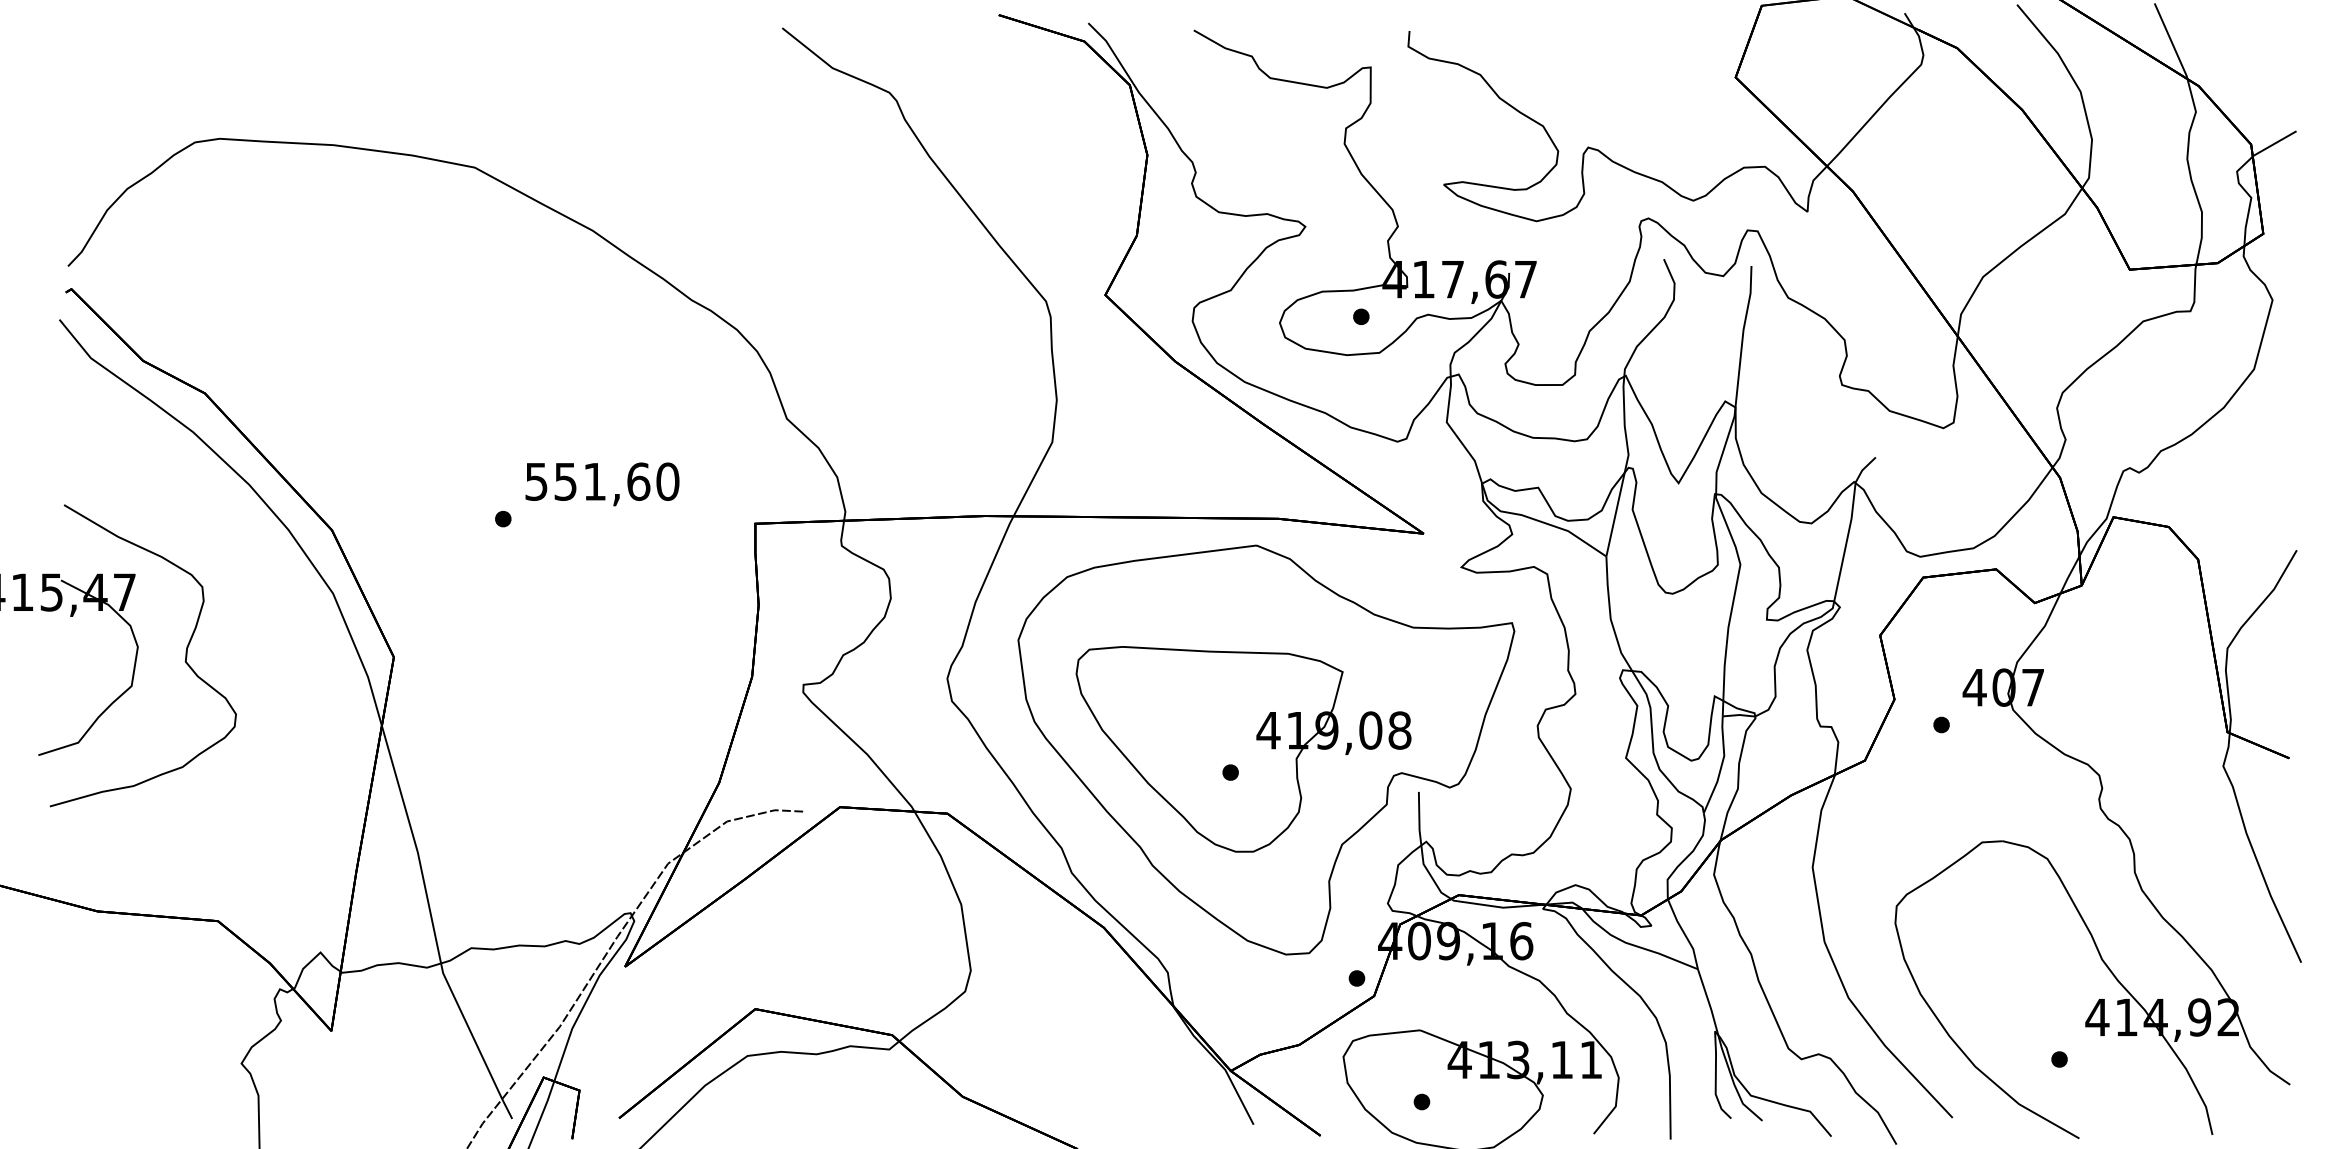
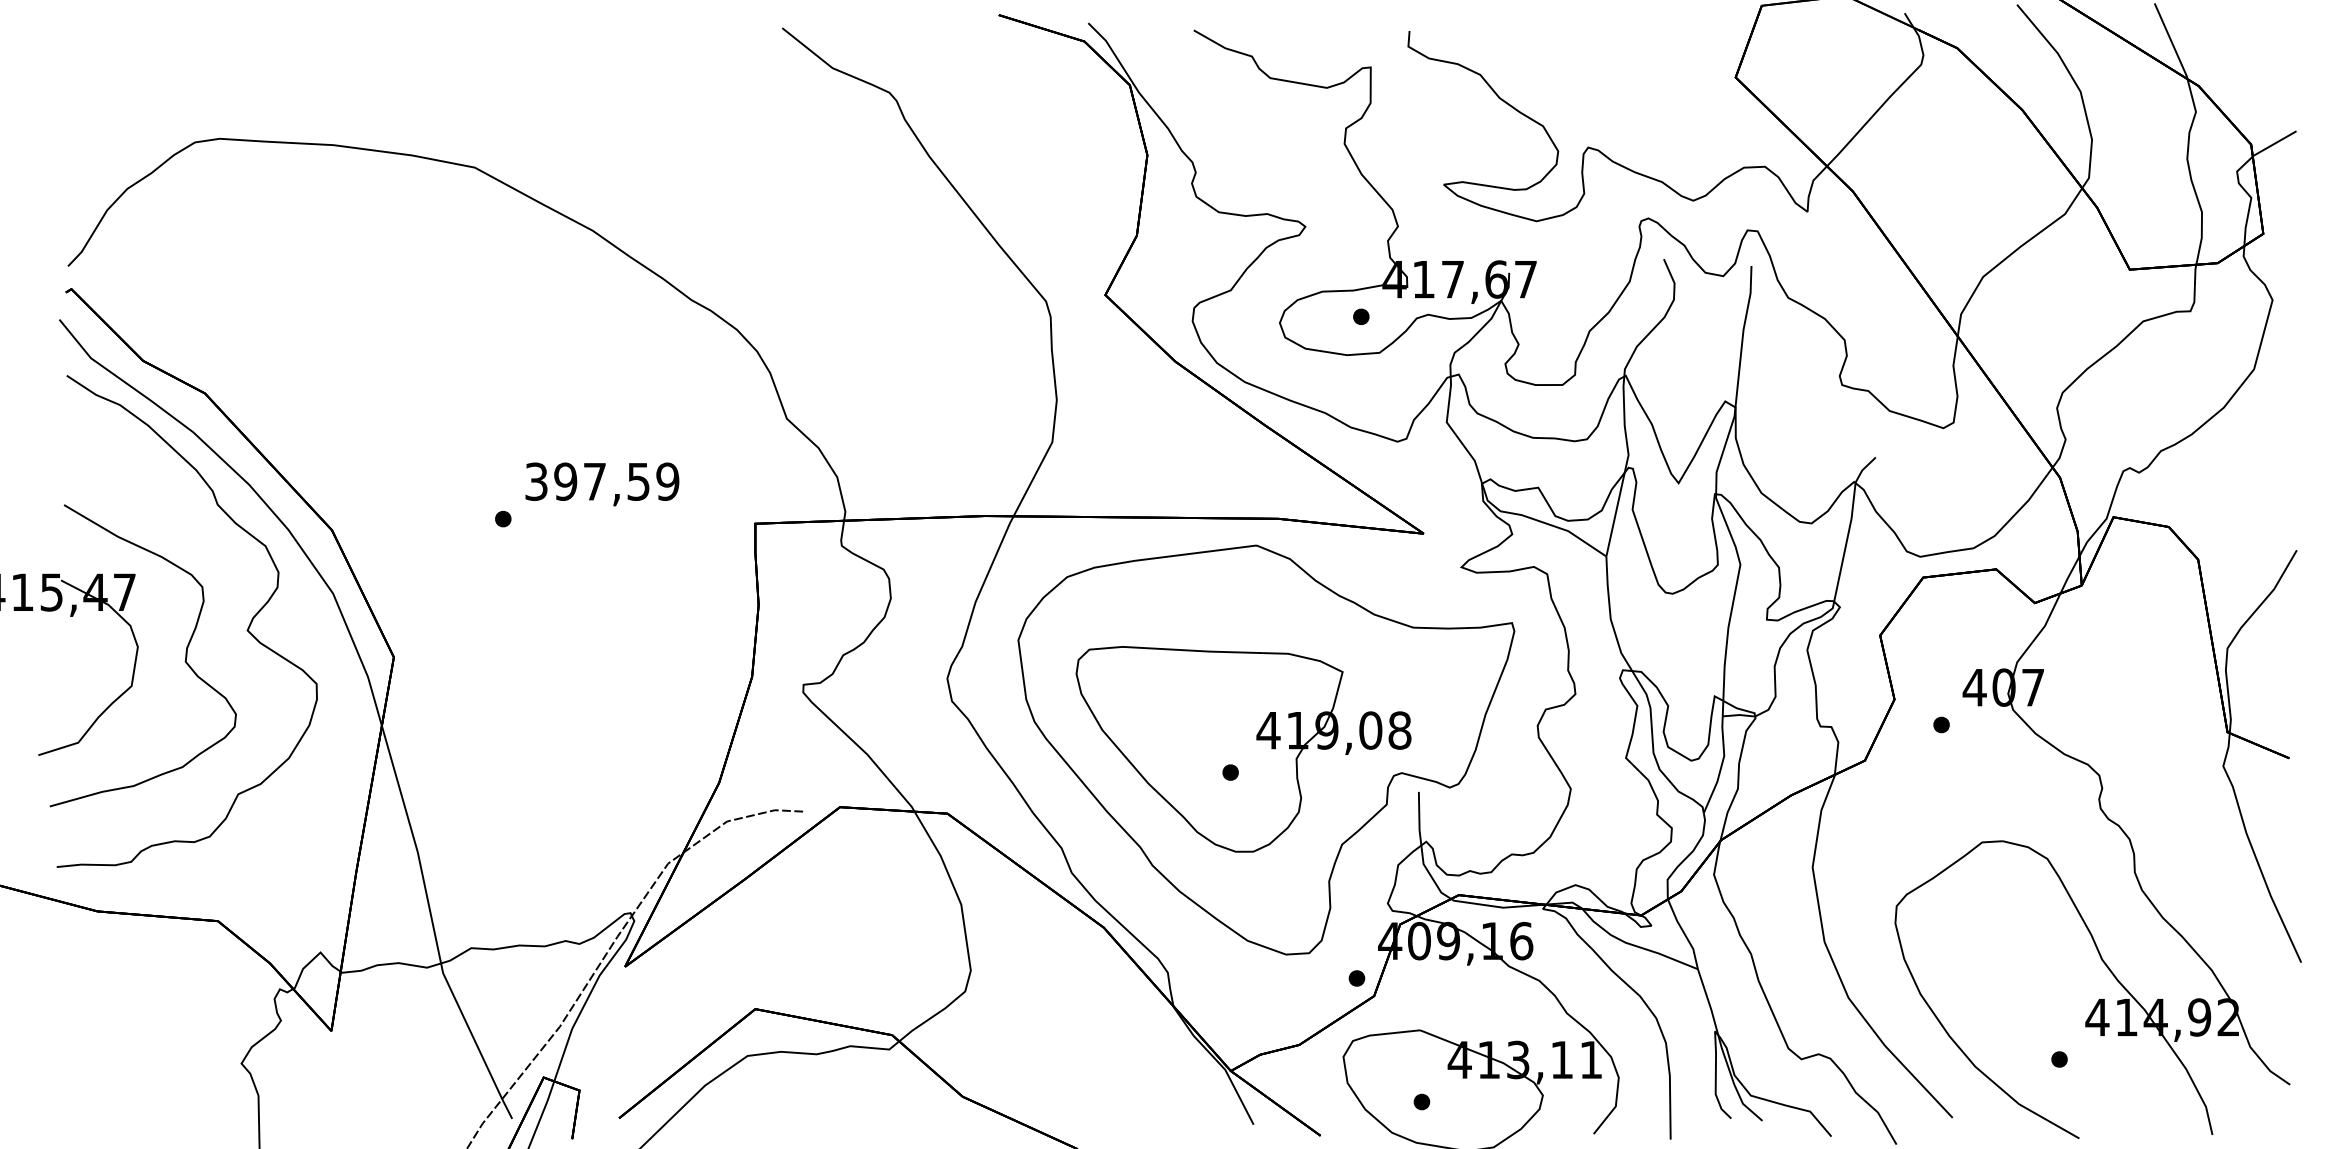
text at (602, 481): 551,60 -> 397,59
curve at (246, 630): none -> present
